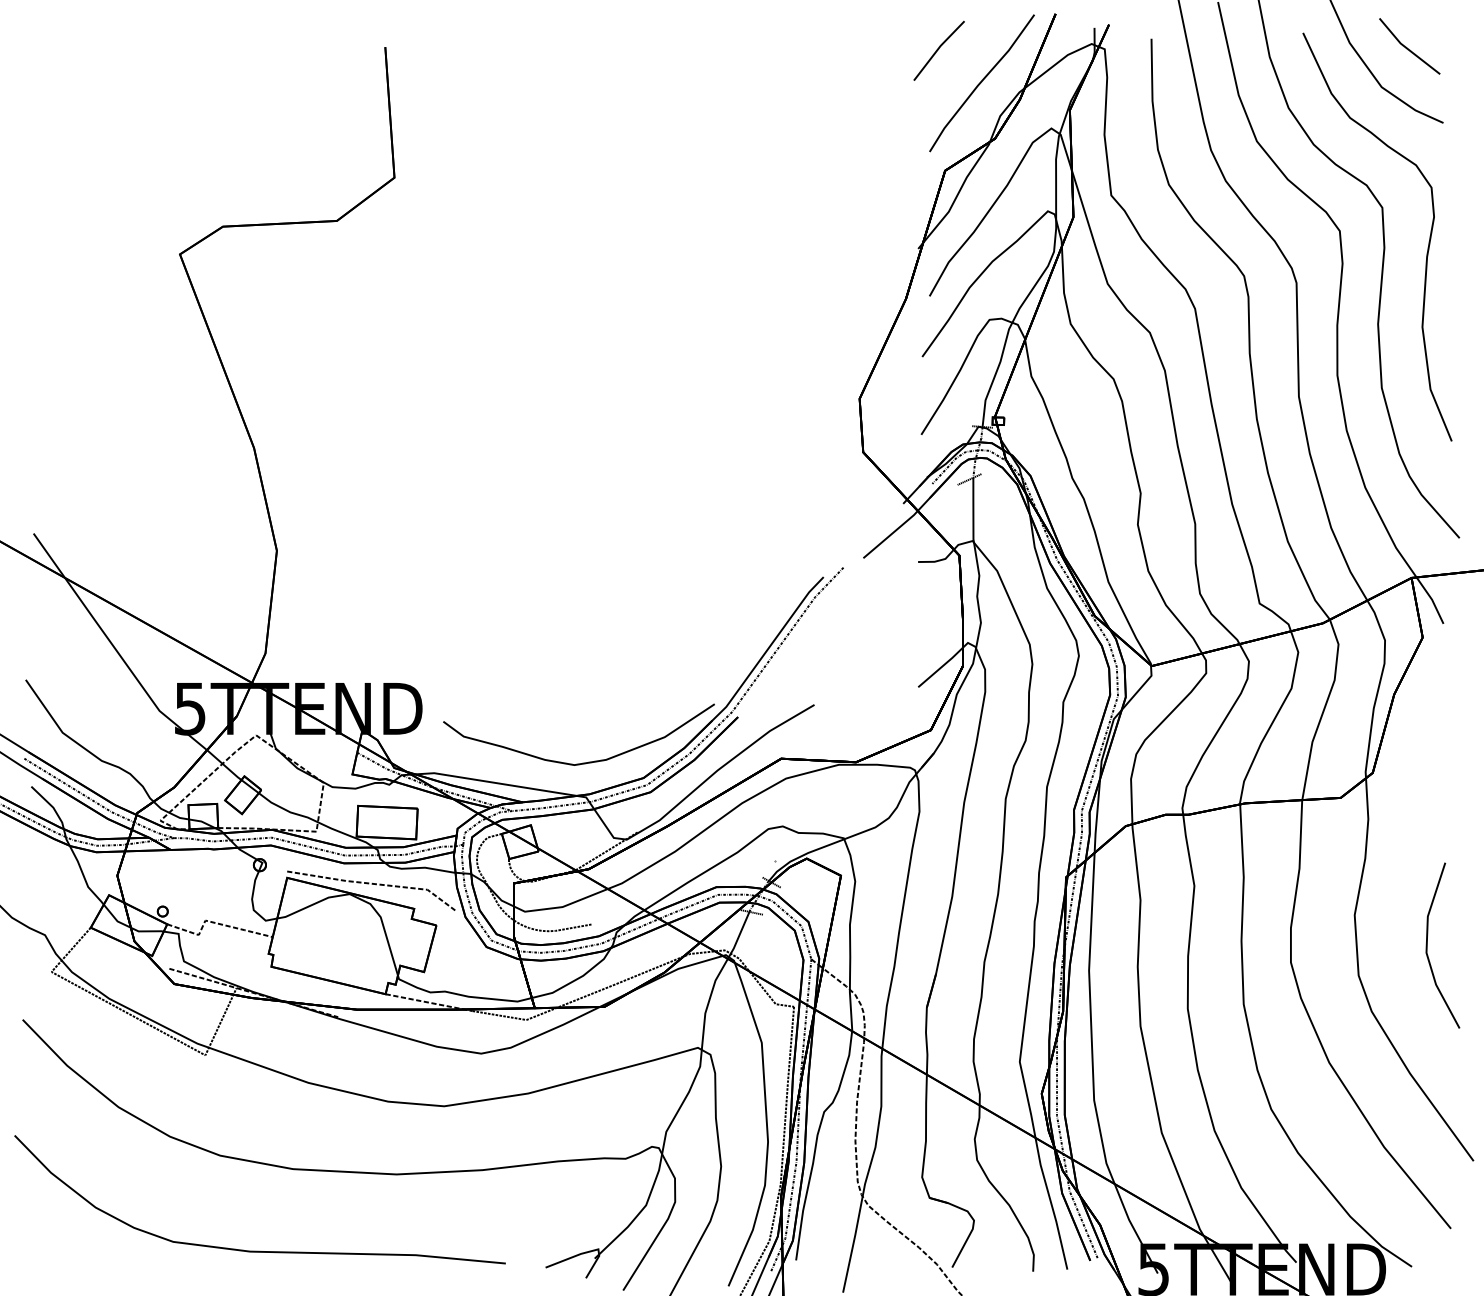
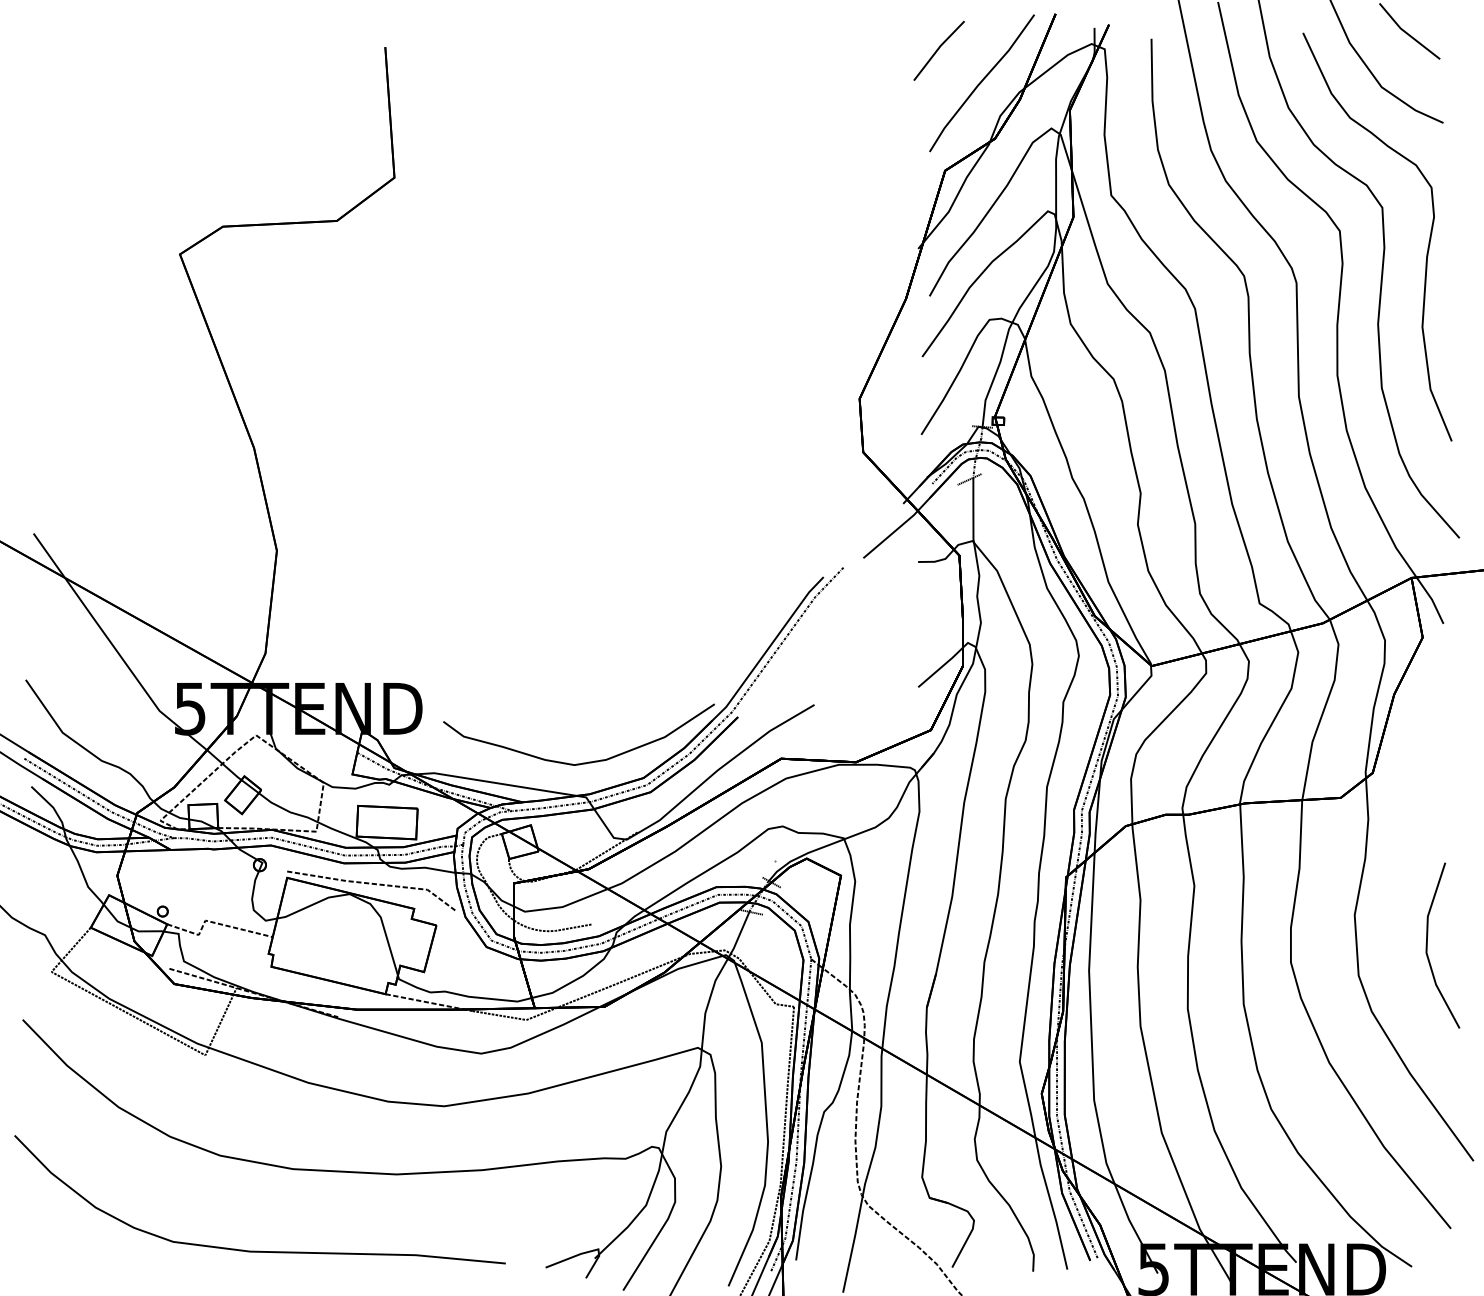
part at (1409, 46) position: (1409, 46) -> (1409, 31)
